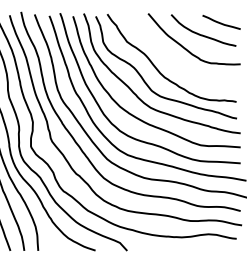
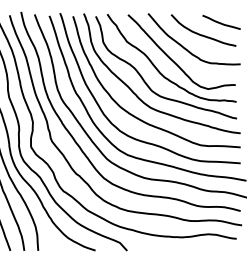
curve at (172, 59): none -> present
